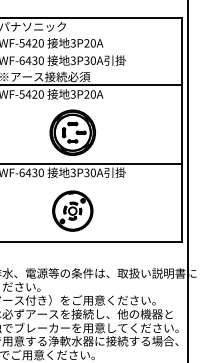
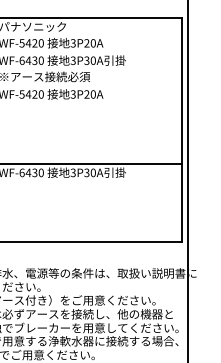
line at (91, 85): present -> none
part at (72, 132): present -> none
part at (72, 210): present -> none
